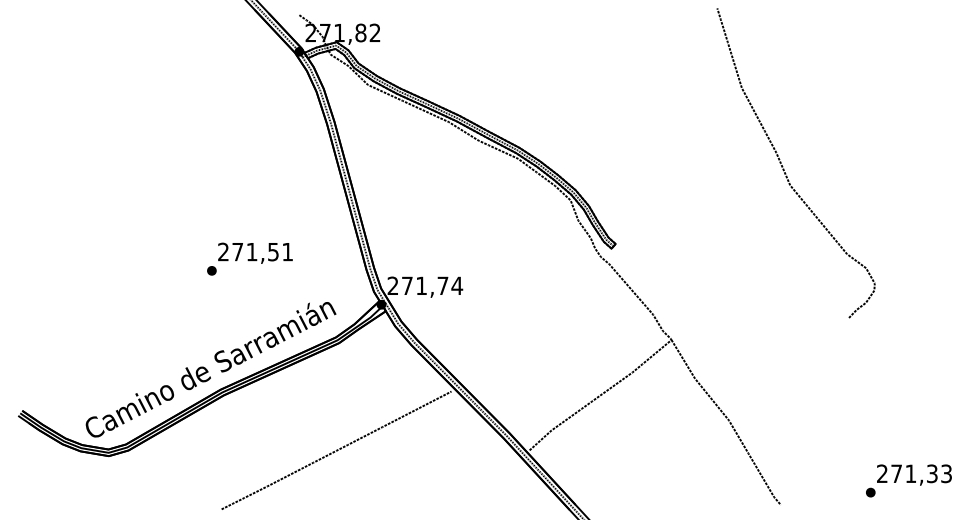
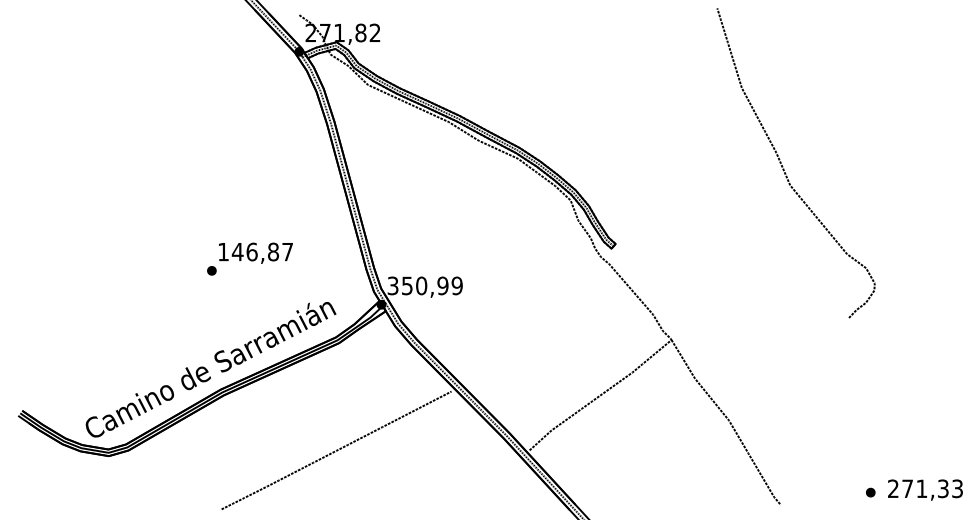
text at (255, 251): 271,51 -> 146,87
text at (425, 285): 271,74 -> 350,99
text at (914, 474) position: (914, 474) -> (925, 489)
